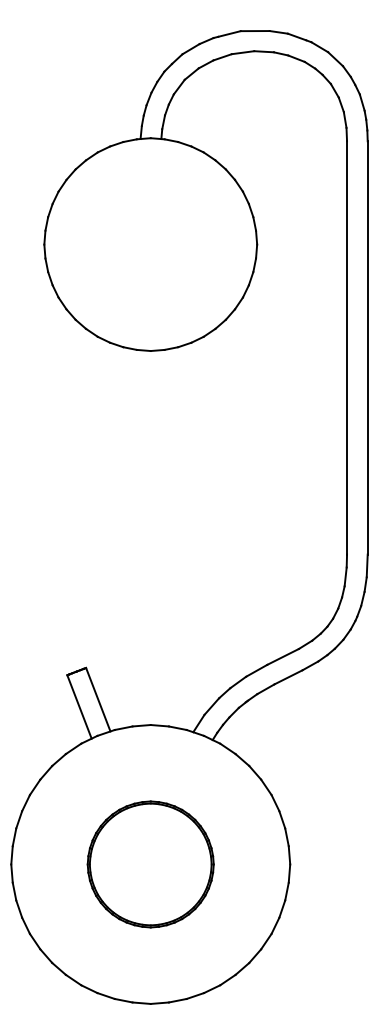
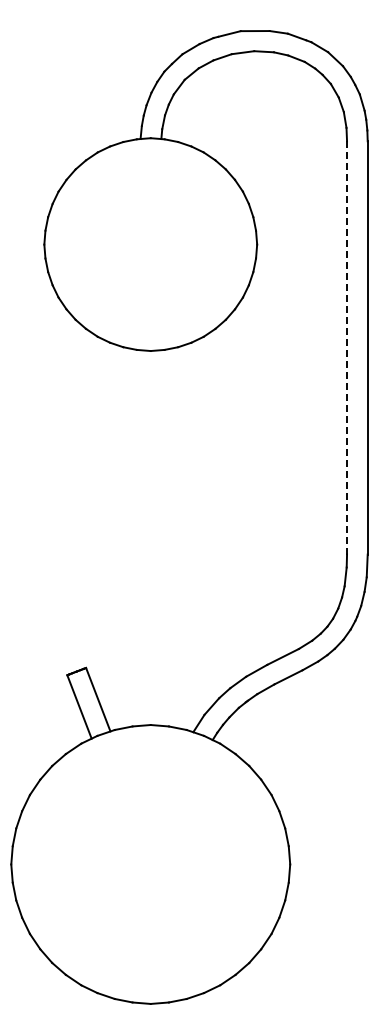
line at (347, 347): solid -> dashed
part at (150, 864): present -> none
